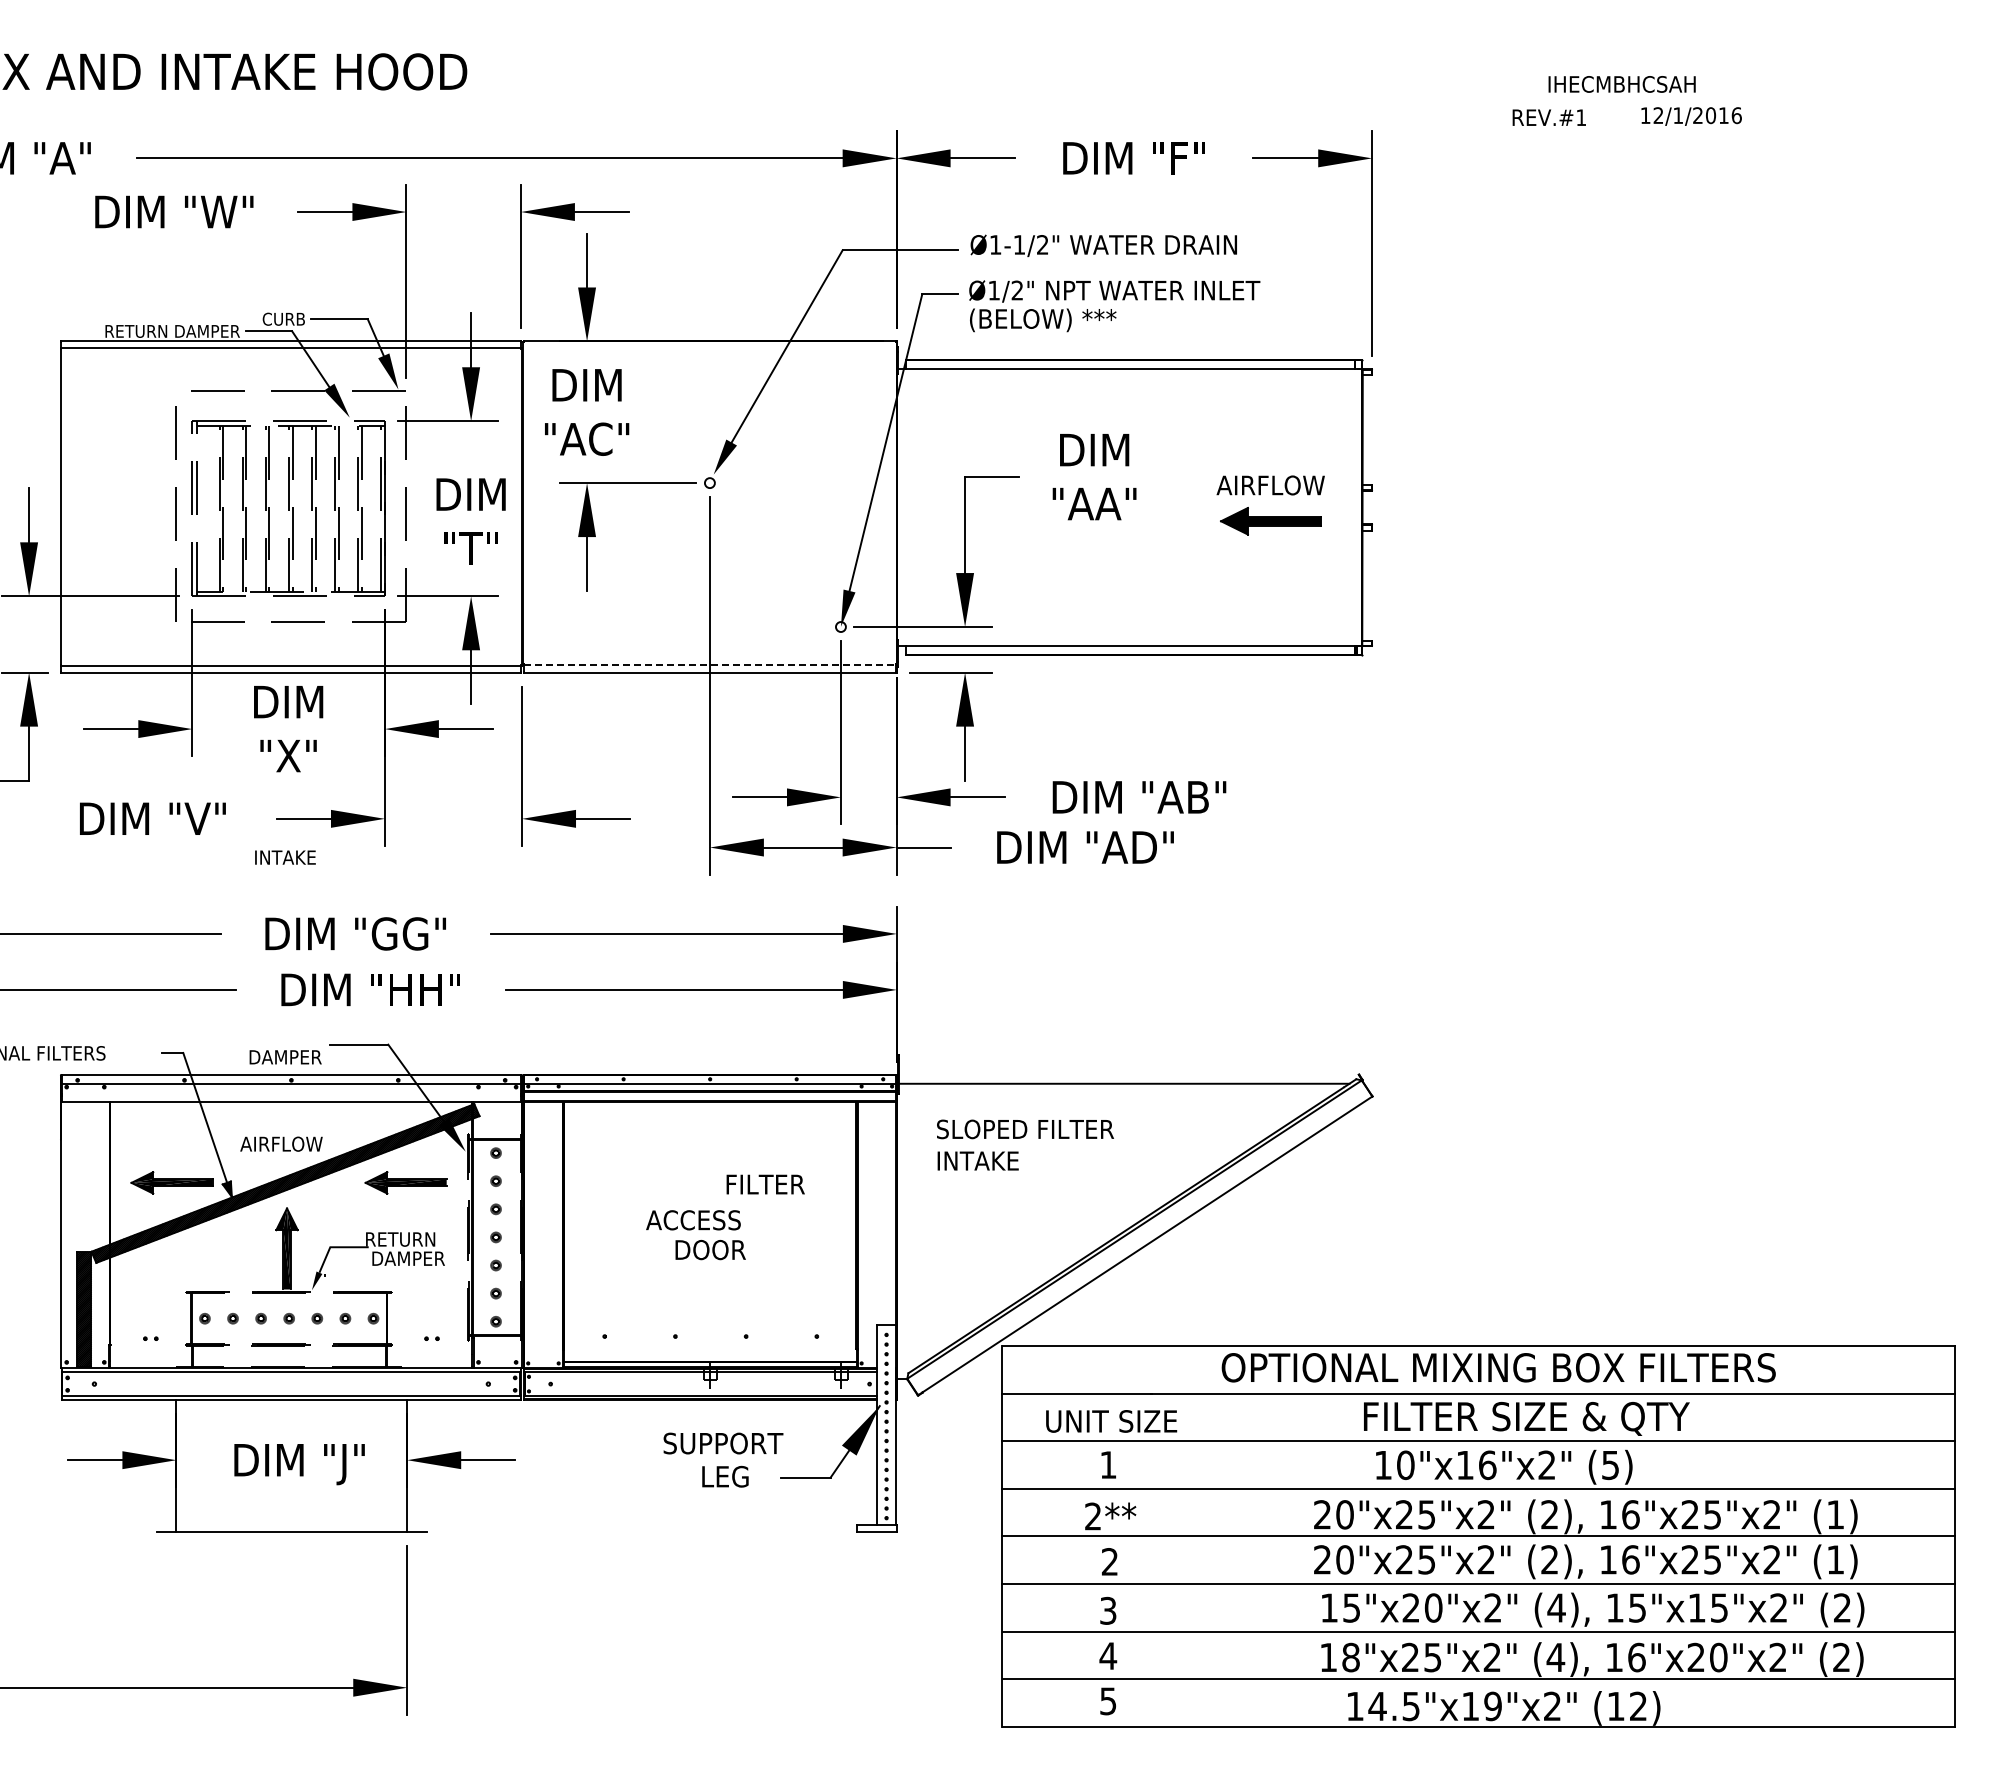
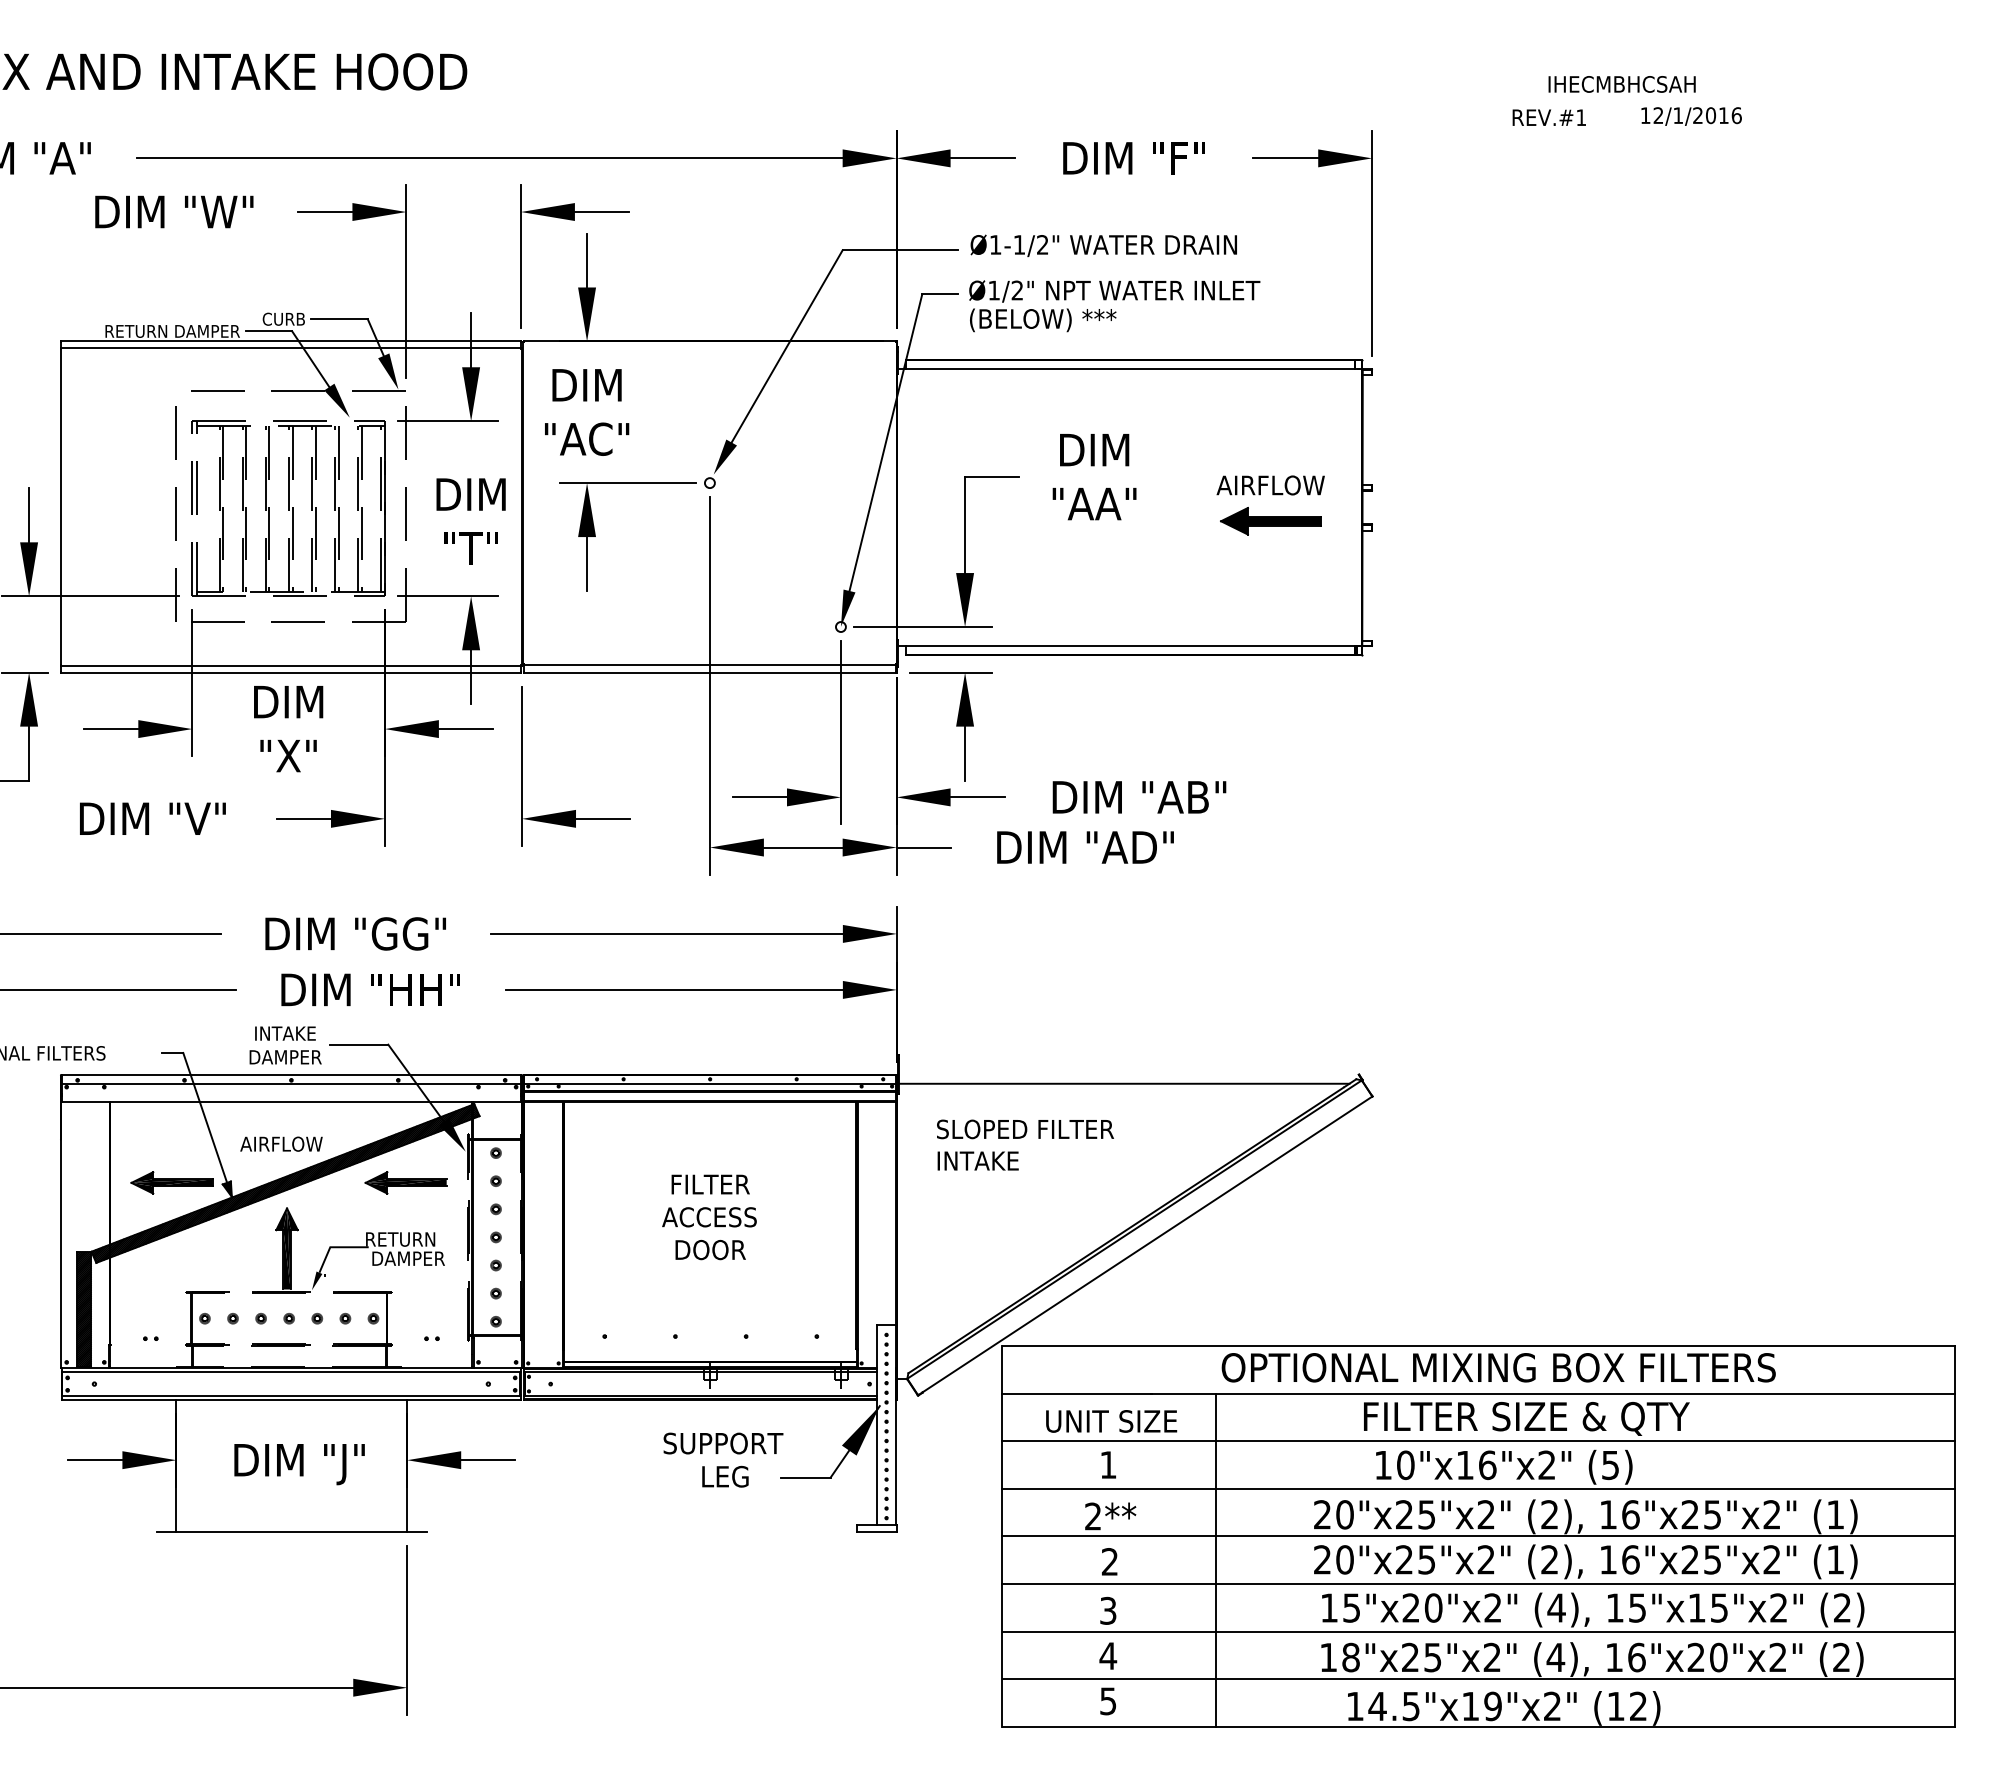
line at (710, 664): dashed -> solid
text at (285, 857) position: (285, 857) -> (285, 1033)
text at (765, 1184) position: (765, 1184) -> (710, 1184)
text at (693, 1220) position: (693, 1220) -> (709, 1217)
line at (1216, 1559): none -> present
